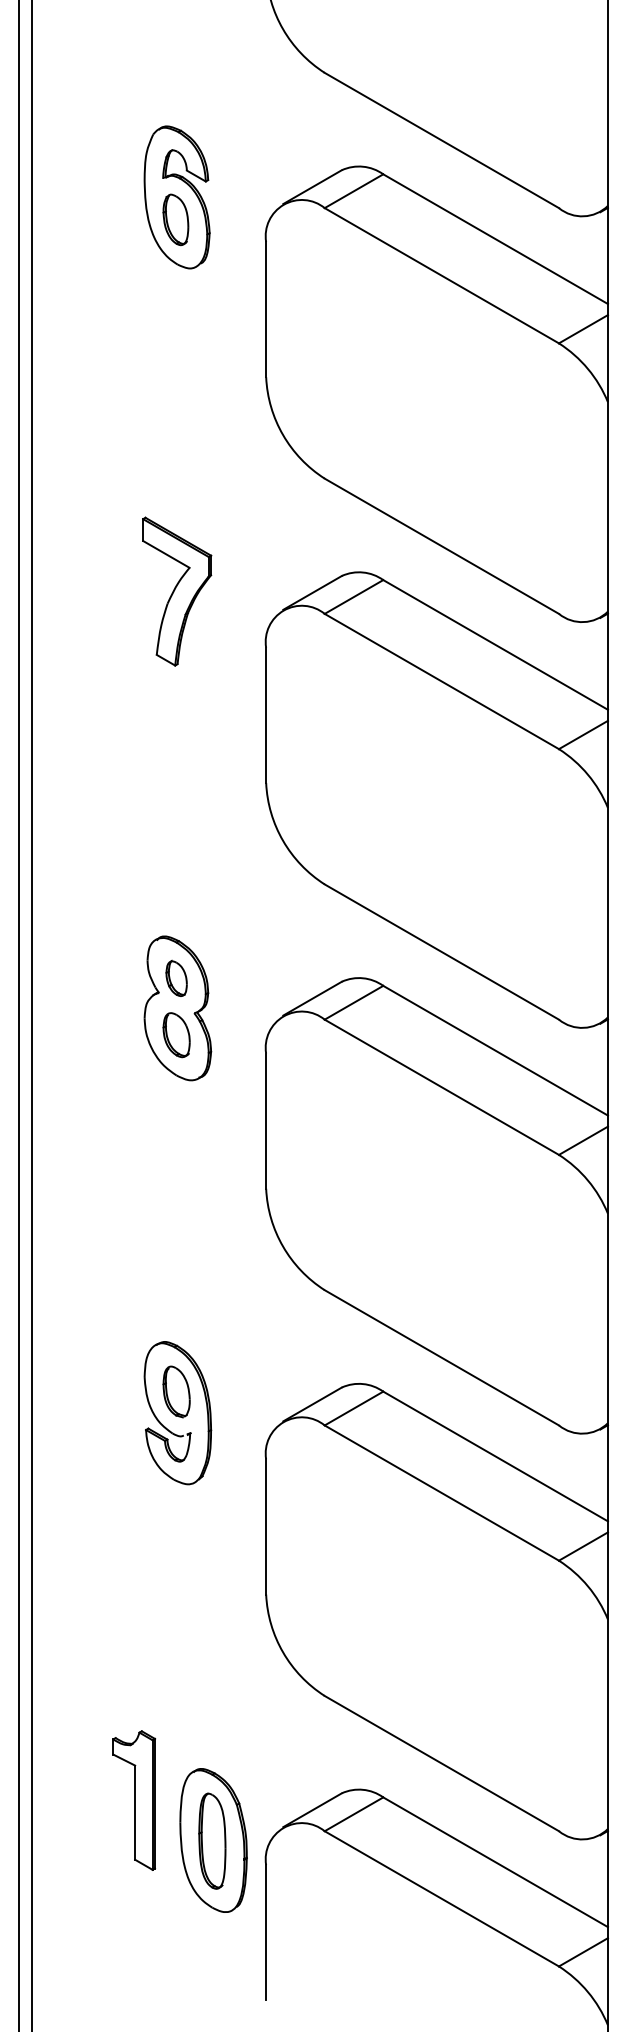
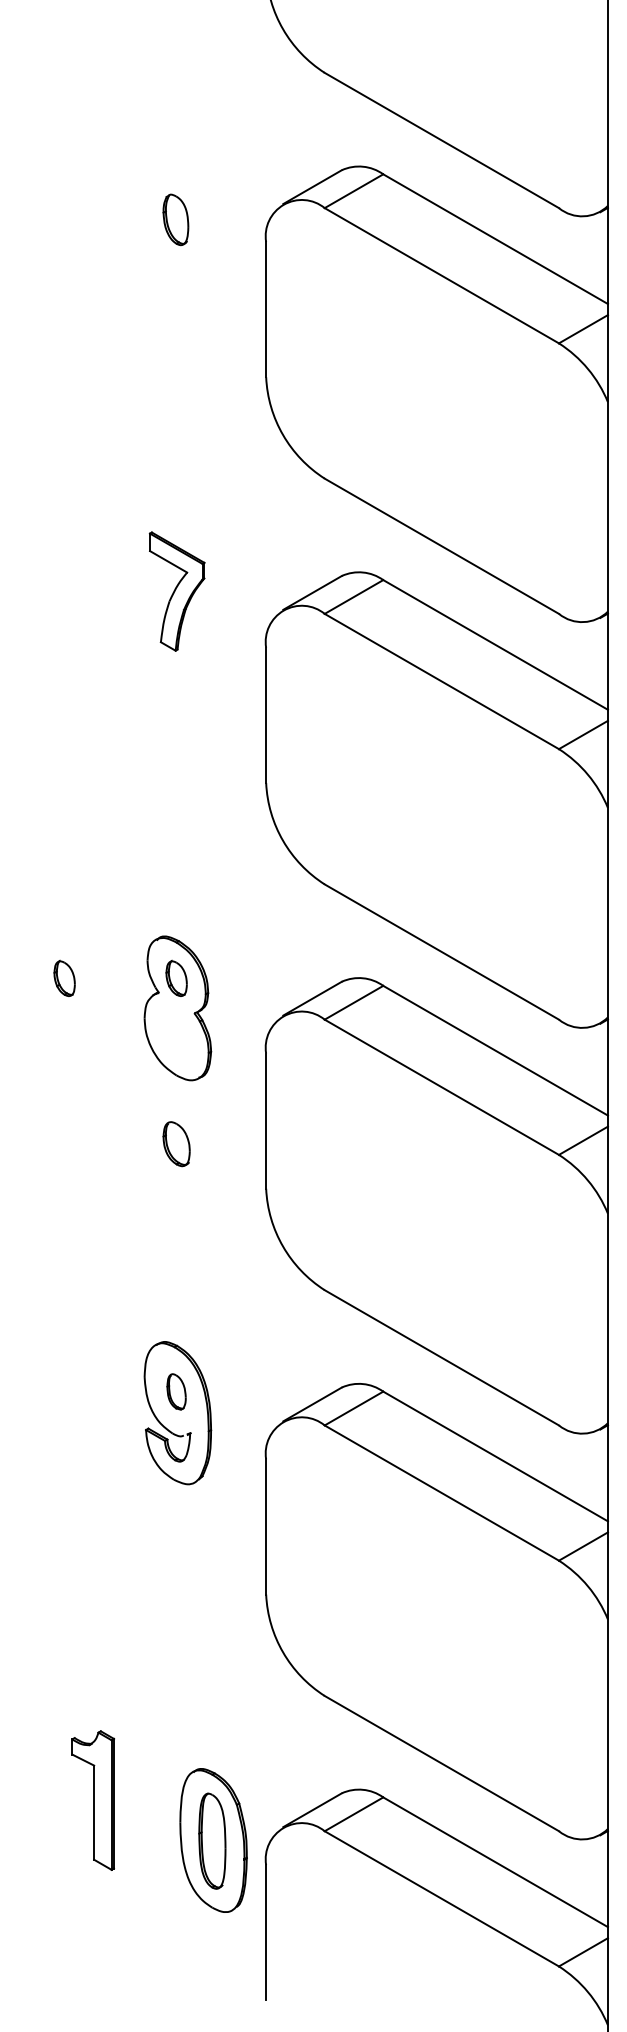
part at (176, 197): present -> none
part at (177, 591) size: 71x151 px -> 58x121 px
part at (64, 977): none -> present
line at (19, 1015): present -> none
line at (31, 1015): present -> none
part at (176, 1035) position: (176, 1035) -> (176, 1144)
part at (176, 1391) size: 29x54 px -> 21x38 px
part at (134, 1800) position: (134, 1800) -> (93, 1800)
